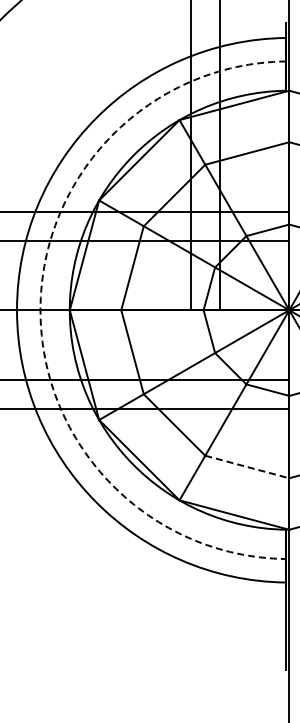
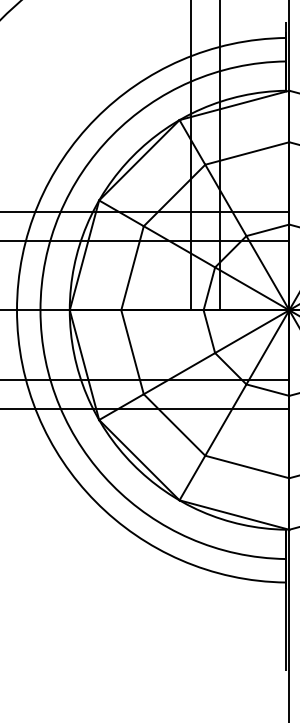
arc at (40, 310): dashed -> solid
line at (247, 467): dashed -> solid
